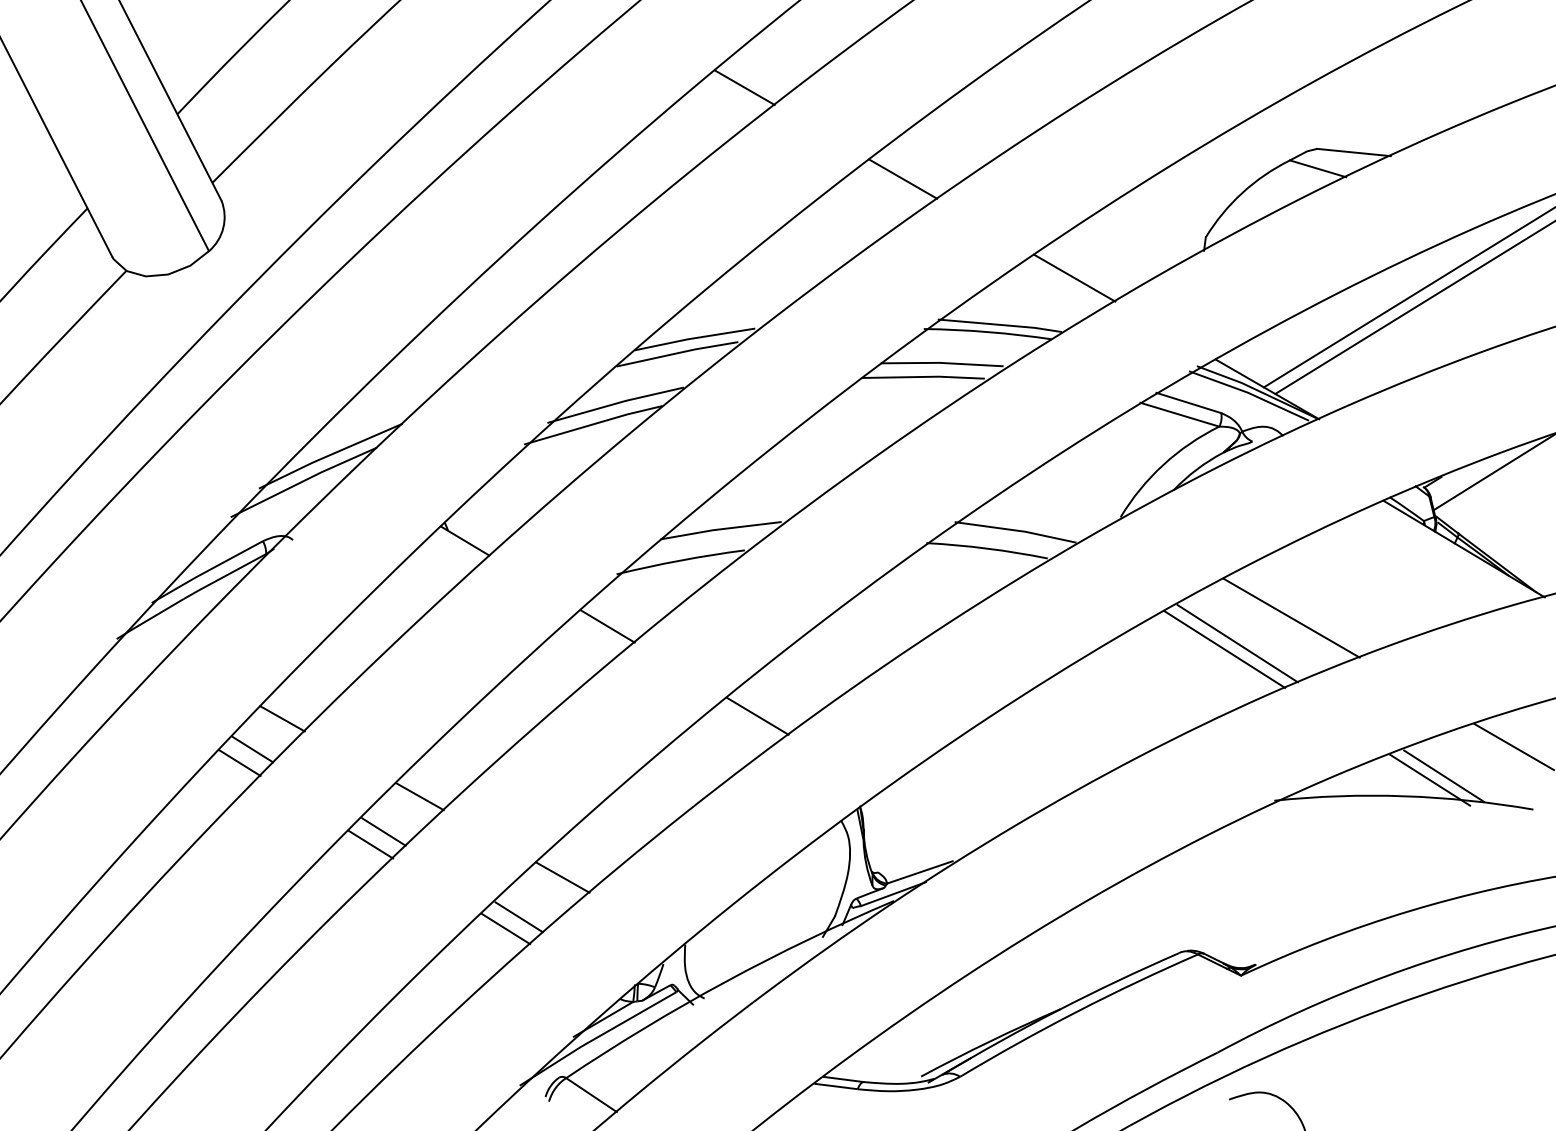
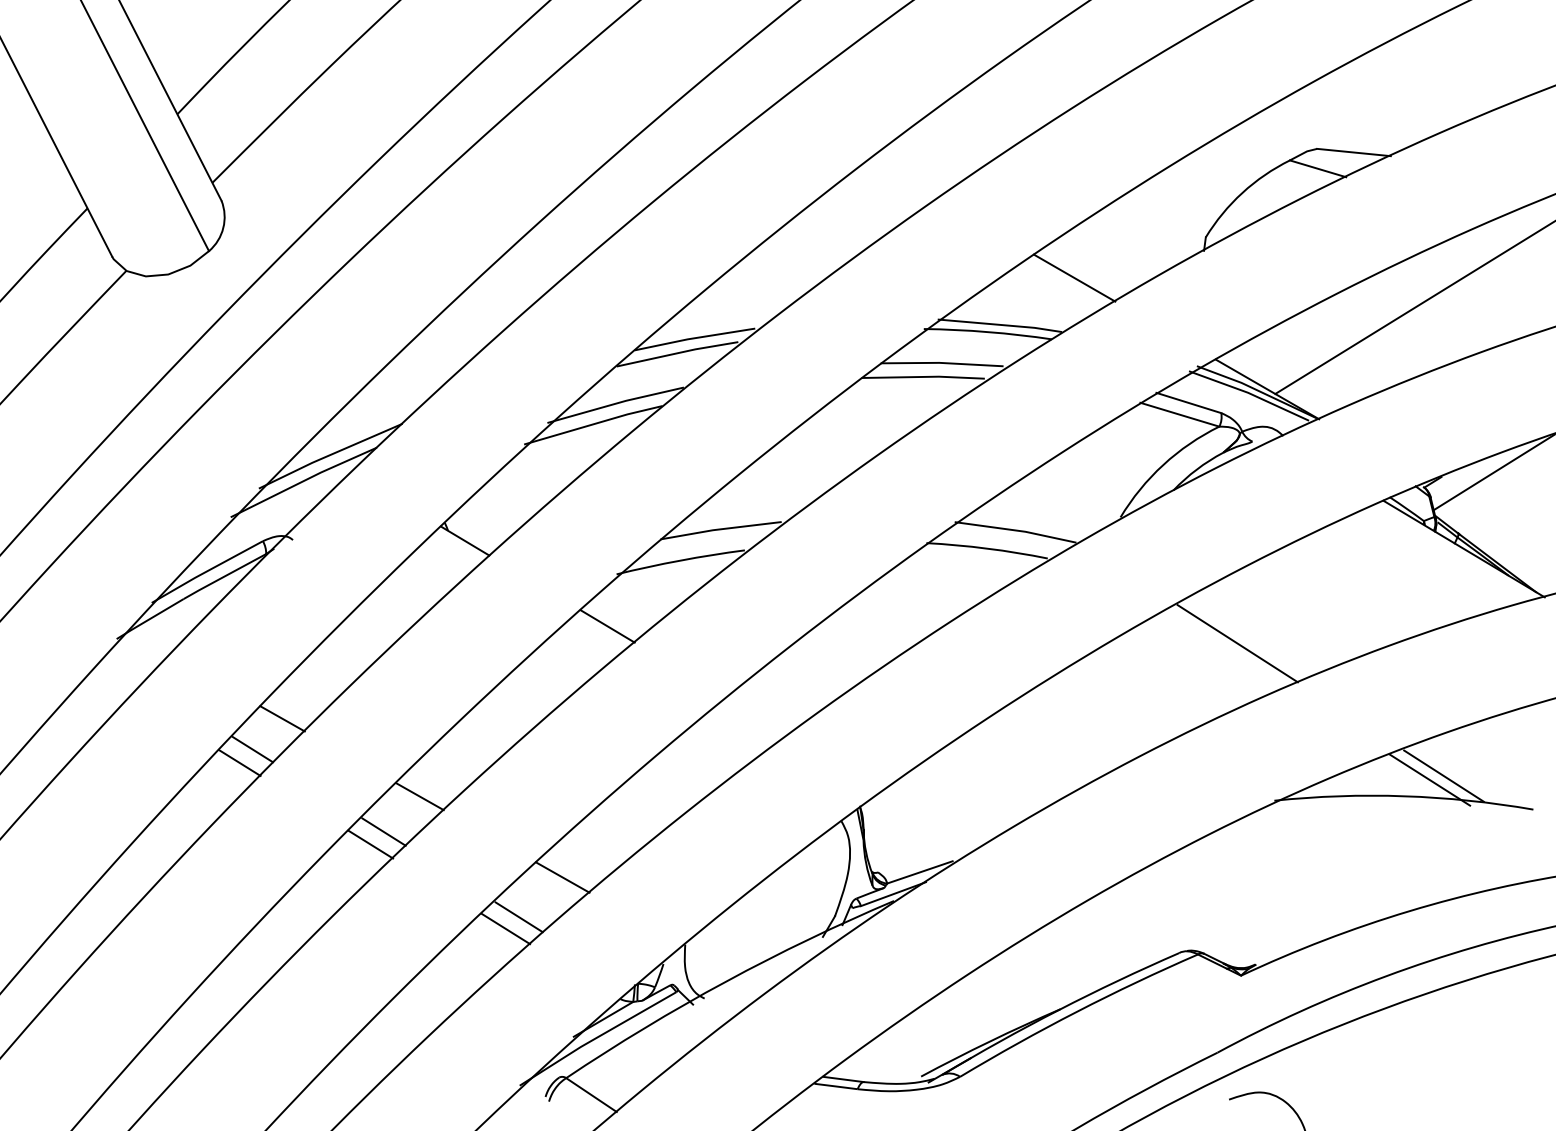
line at (744, 87): present -> none
line at (903, 178): present -> none
line at (1407, 297): present -> none
line at (1291, 617): present -> none
line at (1224, 649): present -> none
line at (757, 715): present -> none
line at (1513, 746): present -> none
